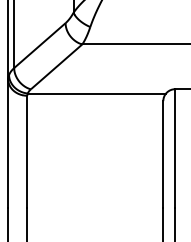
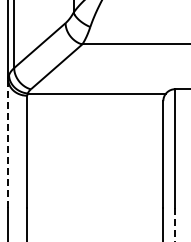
line at (8, 143): solid -> dashed
line at (175, 225): solid -> dashed
